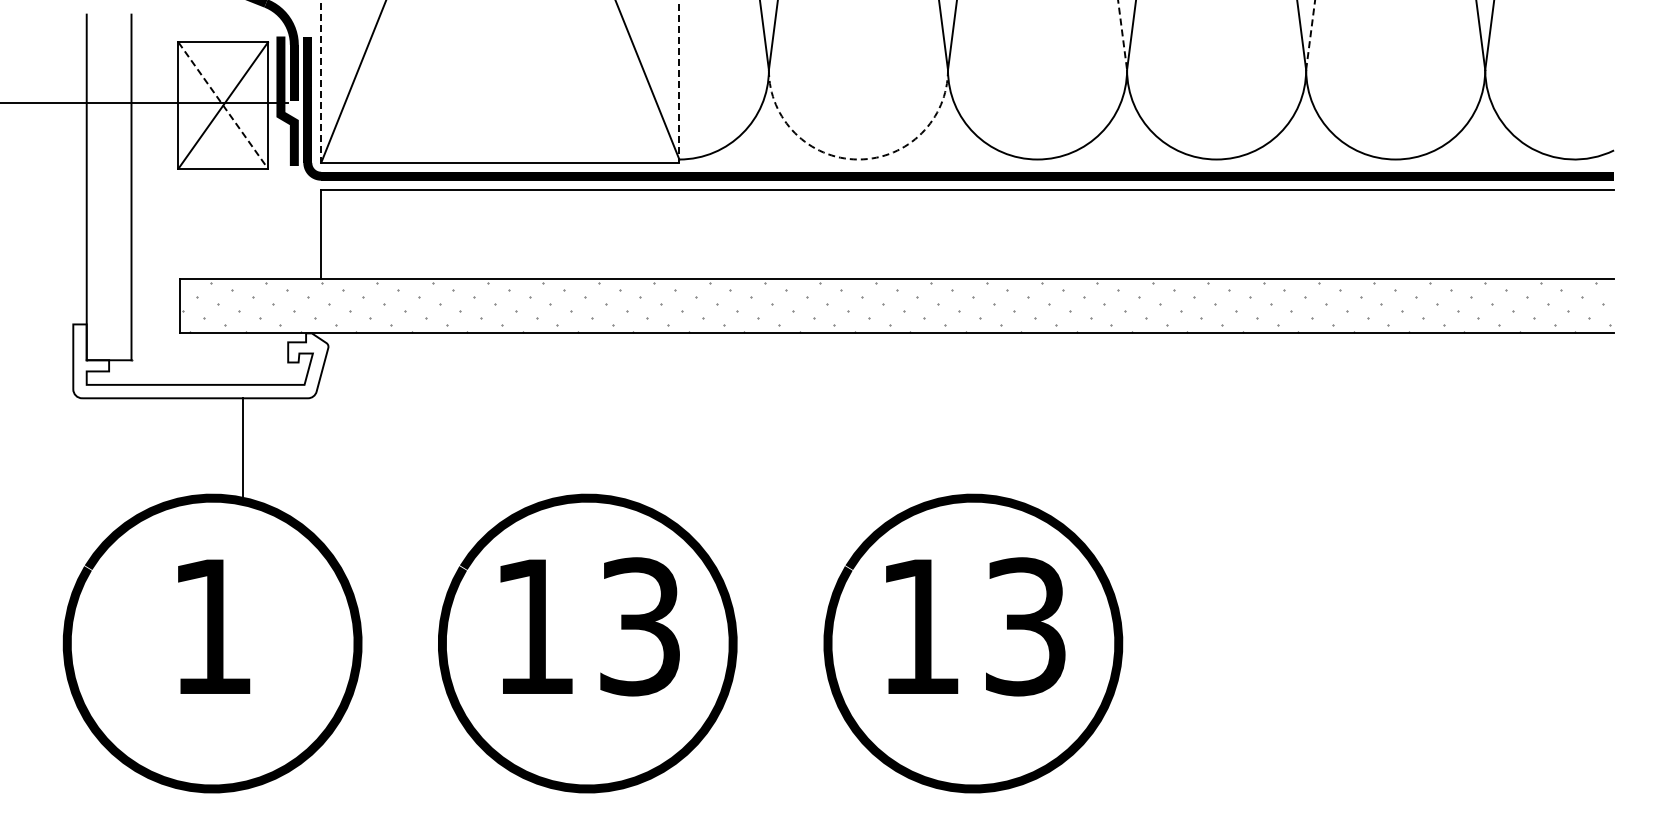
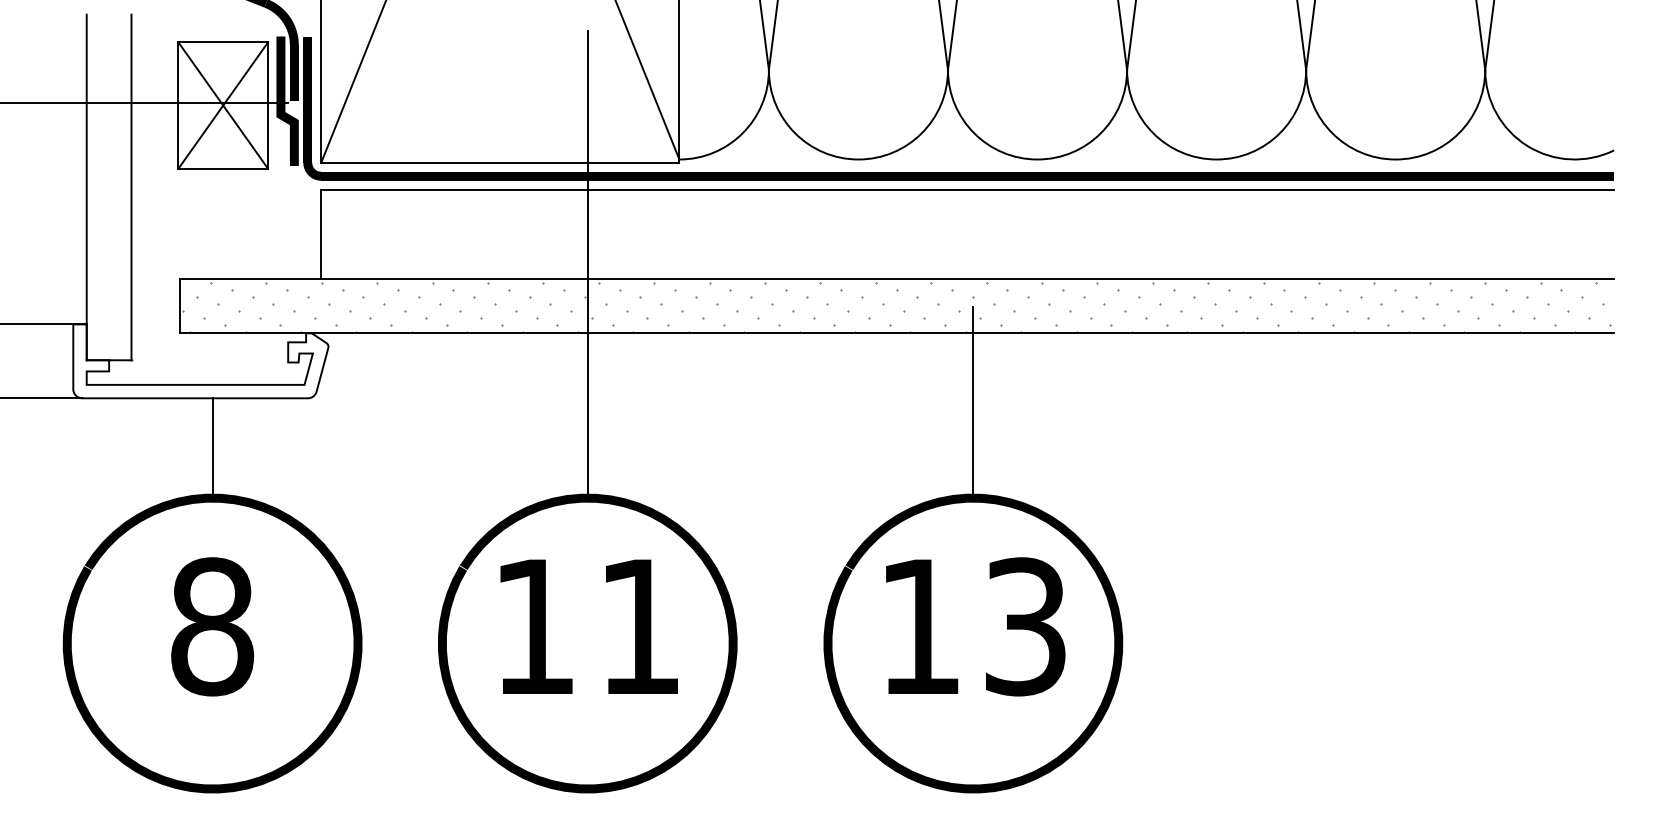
line at (1122, 35): dashed -> solid
line at (1310, 35): dashed -> solid
line at (321, 81): dashed -> solid
line at (679, 81): dashed -> solid
line at (223, 105): dashed -> solid
arc at (858, 159): dashed -> solid
line at (587, 264): none -> present
line at (44, 324): none -> present
line at (42, 398): none -> present
line at (973, 402): none -> present
line at (242, 448) position: (242, 448) -> (212, 448)
text at (212, 626): 1 -> 8
text at (639, 626): 13 -> 11
